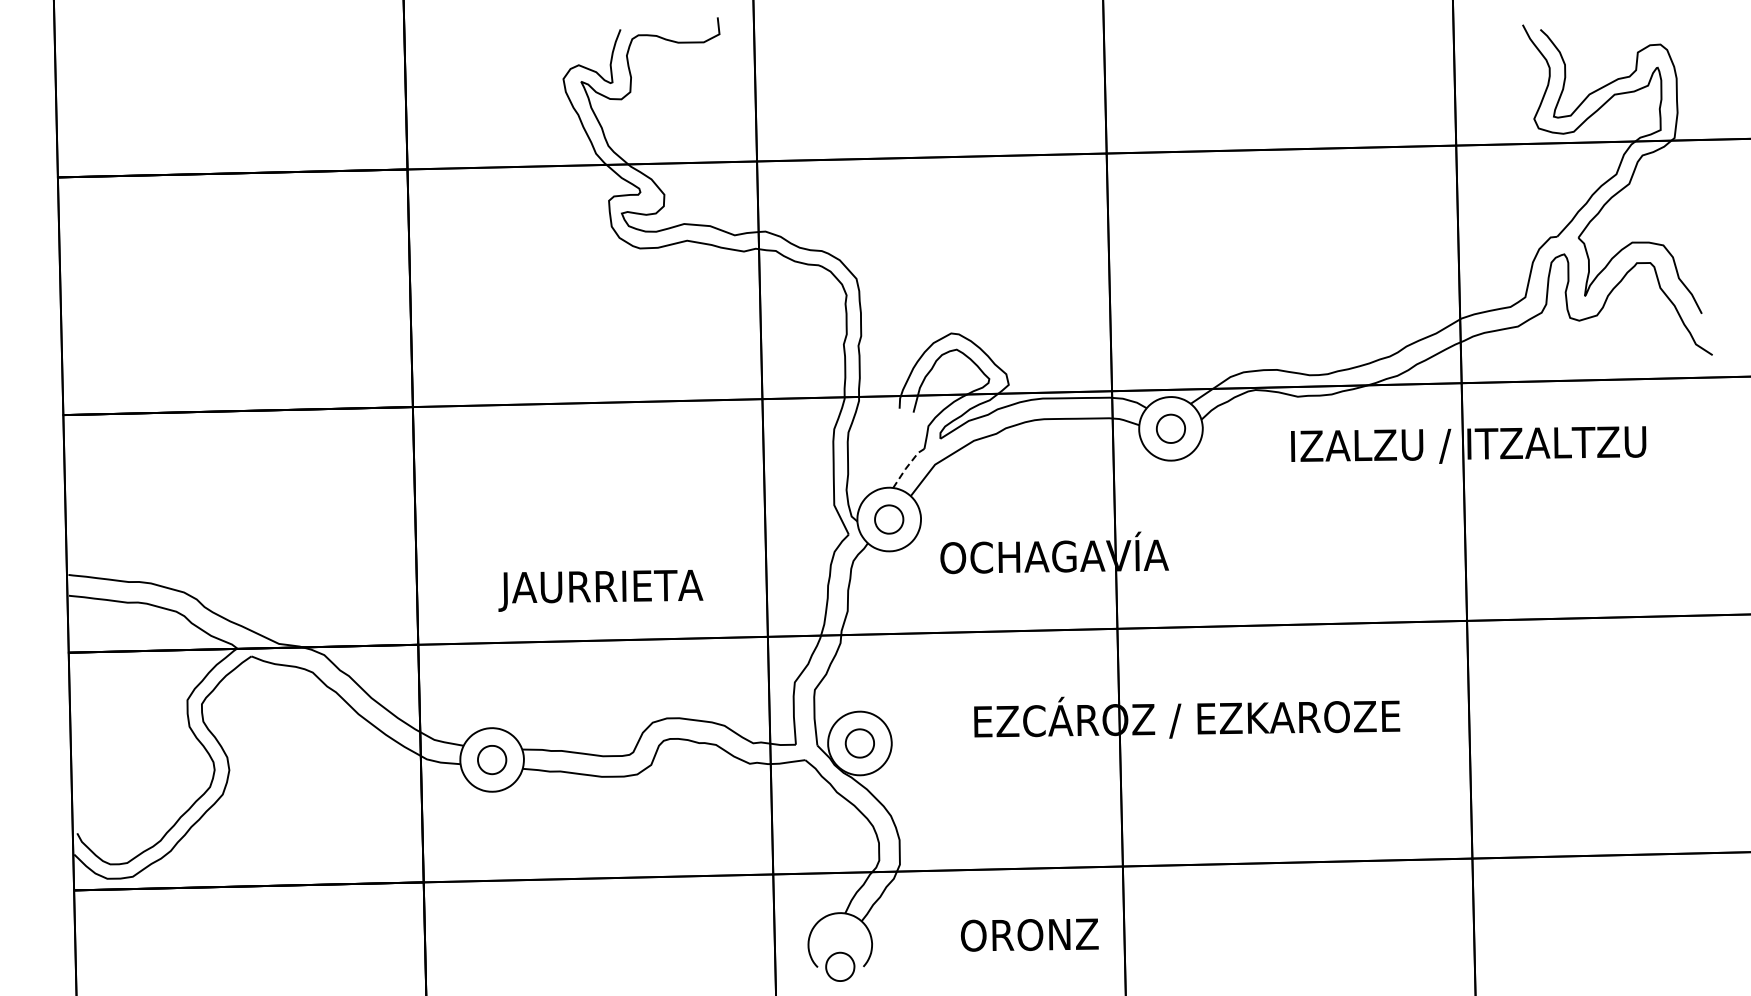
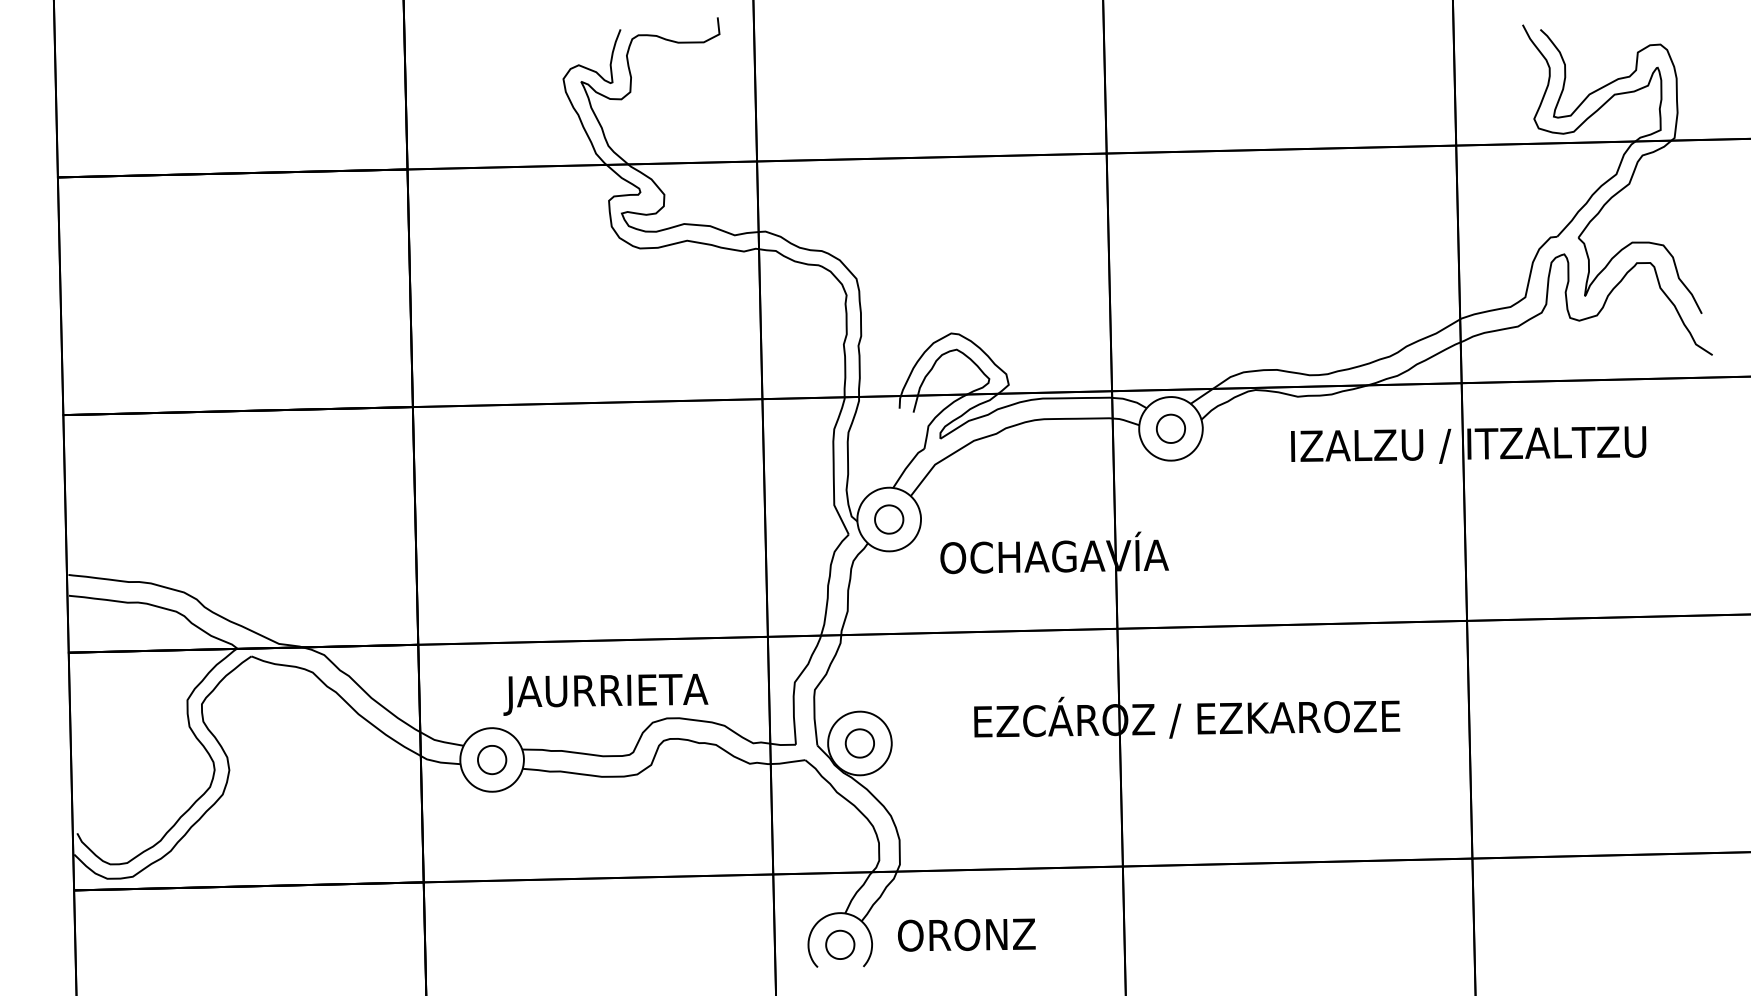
line at (907, 466): dashed -> solid
text at (600, 590) position: (600, 590) -> (605, 694)
text at (1029, 934) position: (1029, 934) -> (966, 934)
part at (840, 966) position: (840, 966) -> (840, 944)
